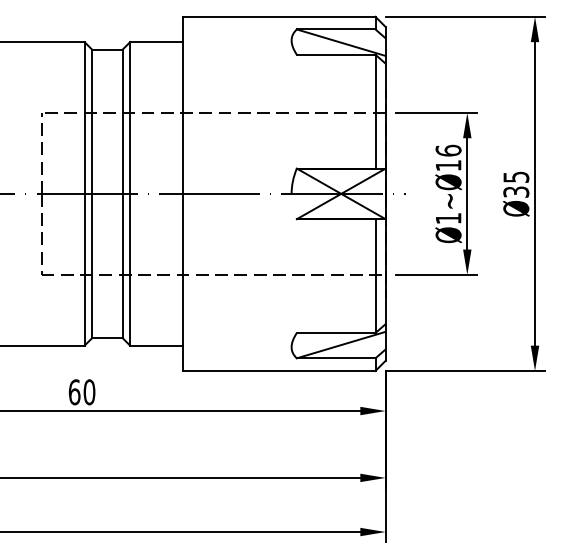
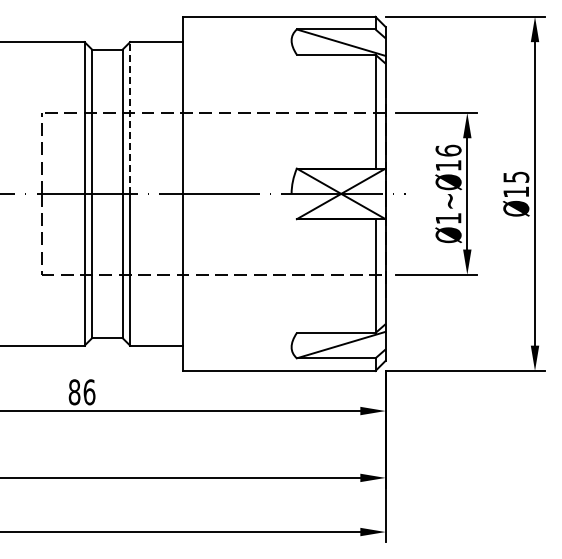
line at (130, 118): solid -> dashed
text at (516, 191): Ø35 -> Ø15
text at (81, 392): 60 -> 86
